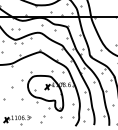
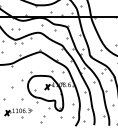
part at (17, 120) position: (17, 120) -> (18, 113)
